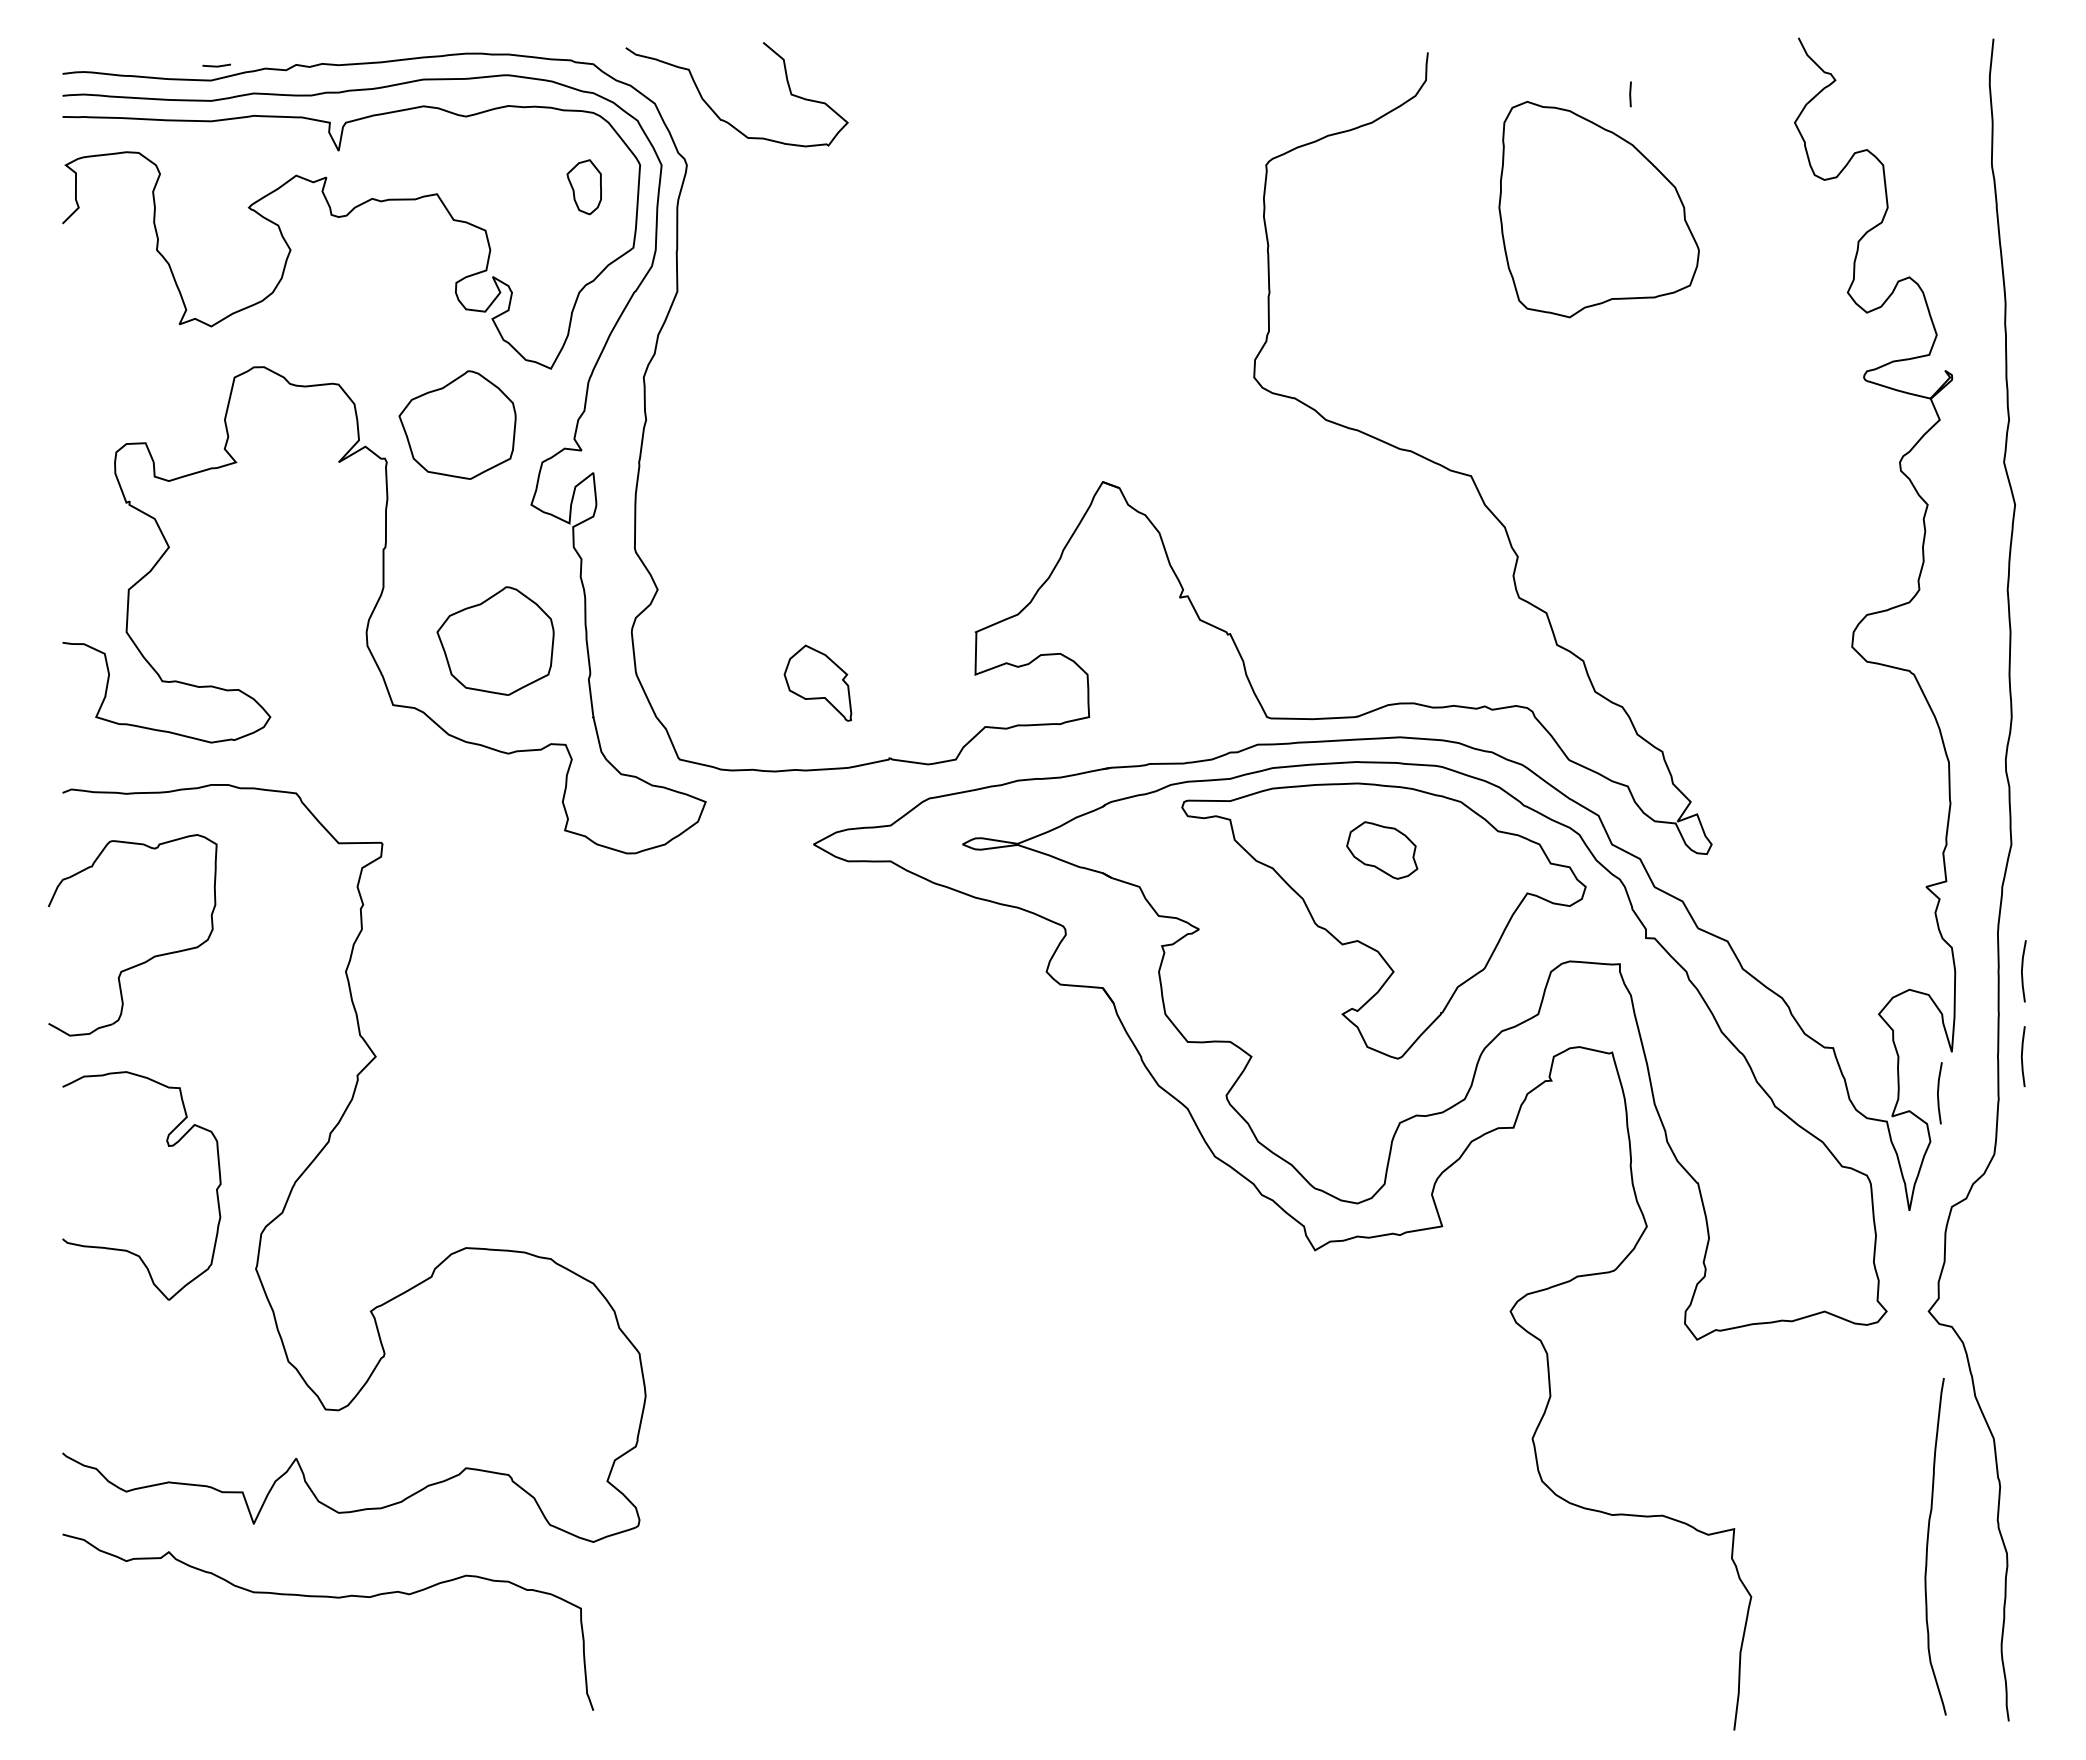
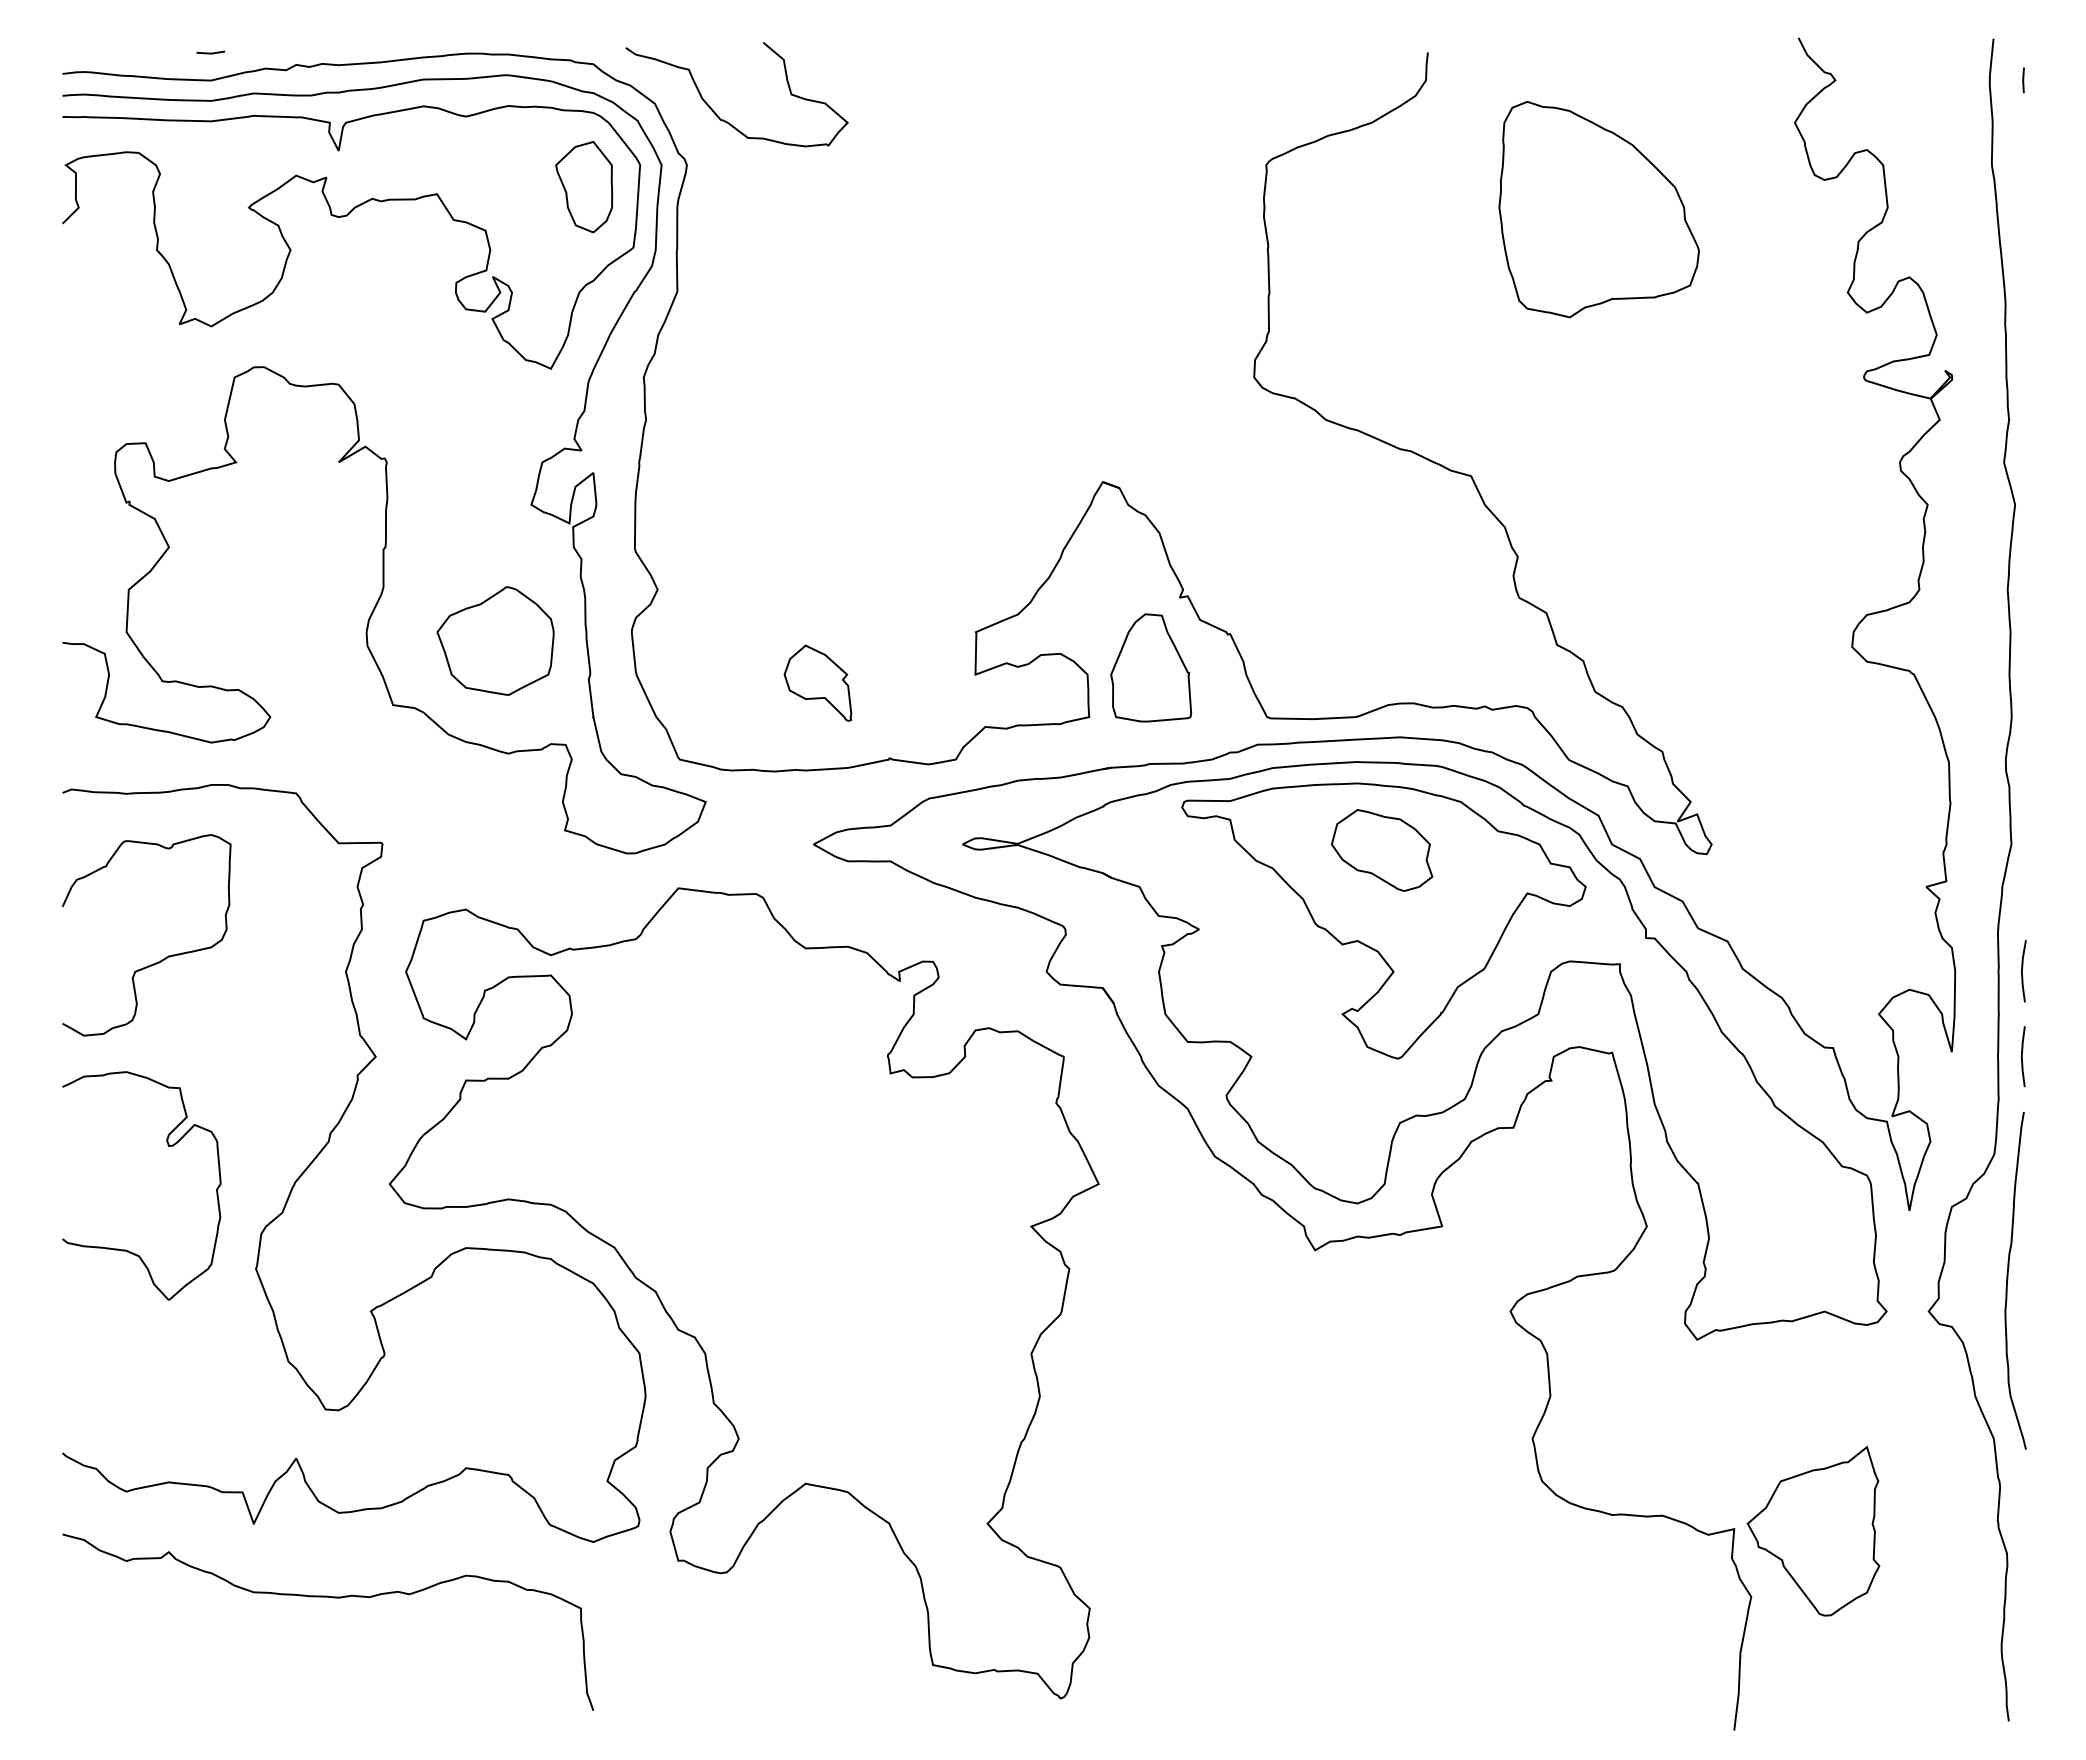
line at (216, 65) position: (216, 65) -> (210, 52)
line at (1630, 94) position: (1630, 94) -> (2023, 80)
part at (583, 187) size: 36x57 px -> 59x93 px
part at (457, 424): present -> none
part at (1151, 667): none -> present
part at (1382, 850) size: 73x59 px -> 103x83 px
part at (147, 959) position: (147, 959) -> (161, 959)
line at (1938, 1093): present -> none
part at (743, 1293): none -> present
part at (1813, 1530): none -> present
curve at (1928, 1545) position: (1928, 1545) -> (2008, 1279)
